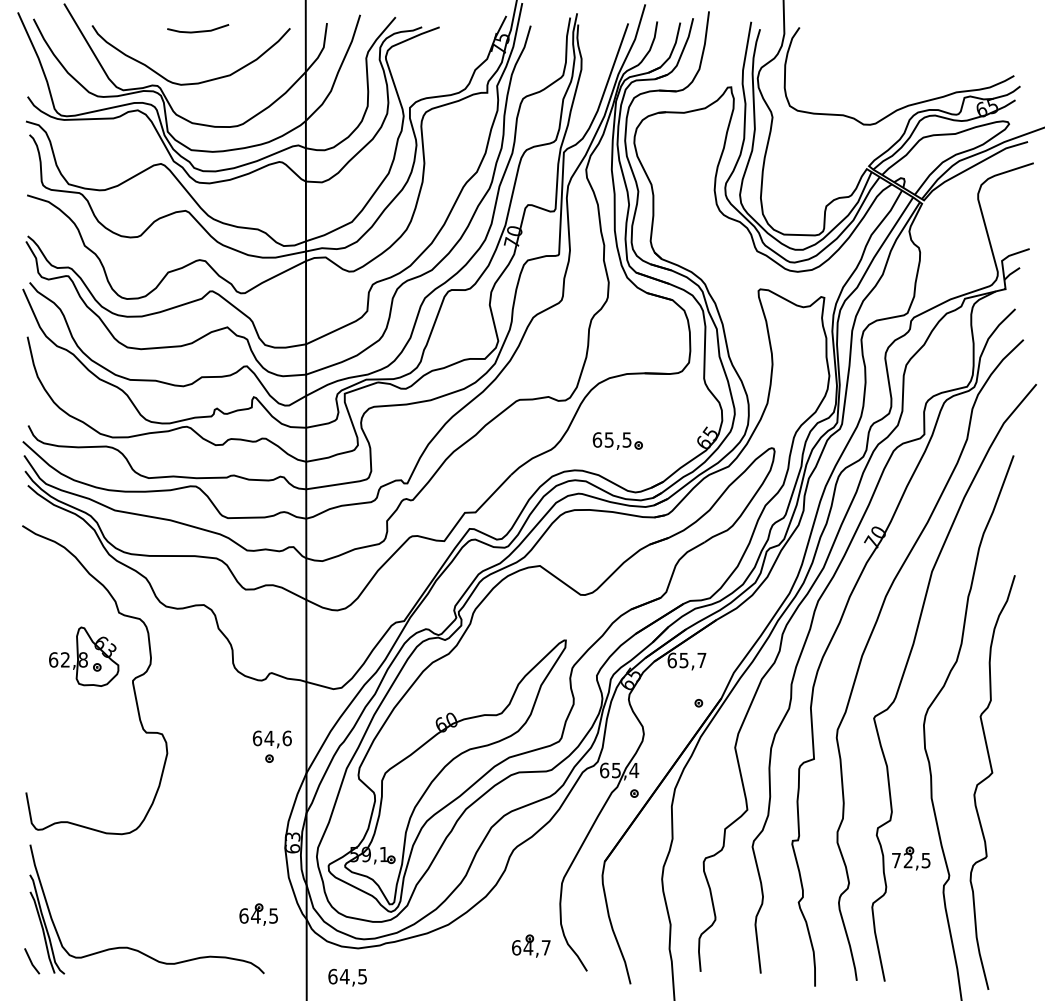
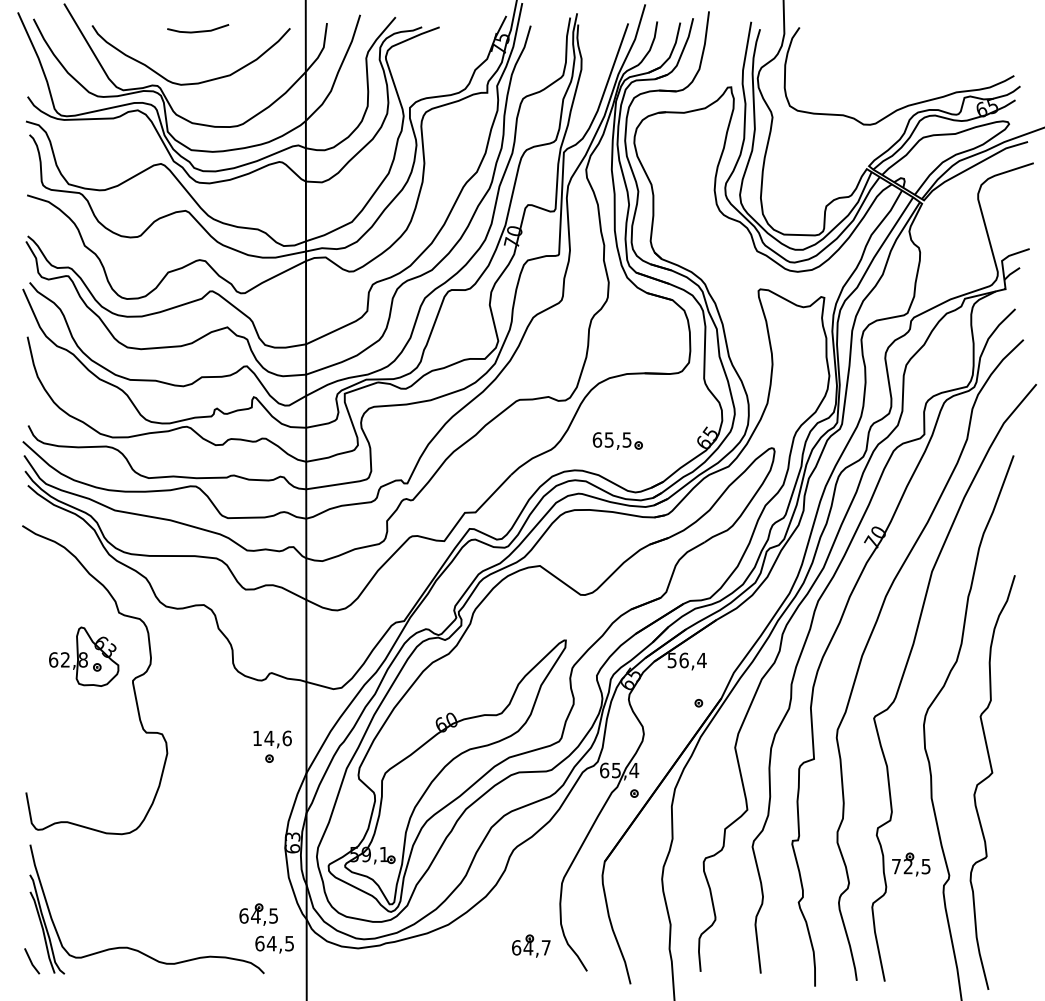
text at (686, 660): 65,7 -> 56,4
text at (257, 738): 64,6 -> 14,6
part at (911, 858) position: (911, 858) -> (911, 864)
text at (347, 977) position: (347, 977) -> (274, 944)
